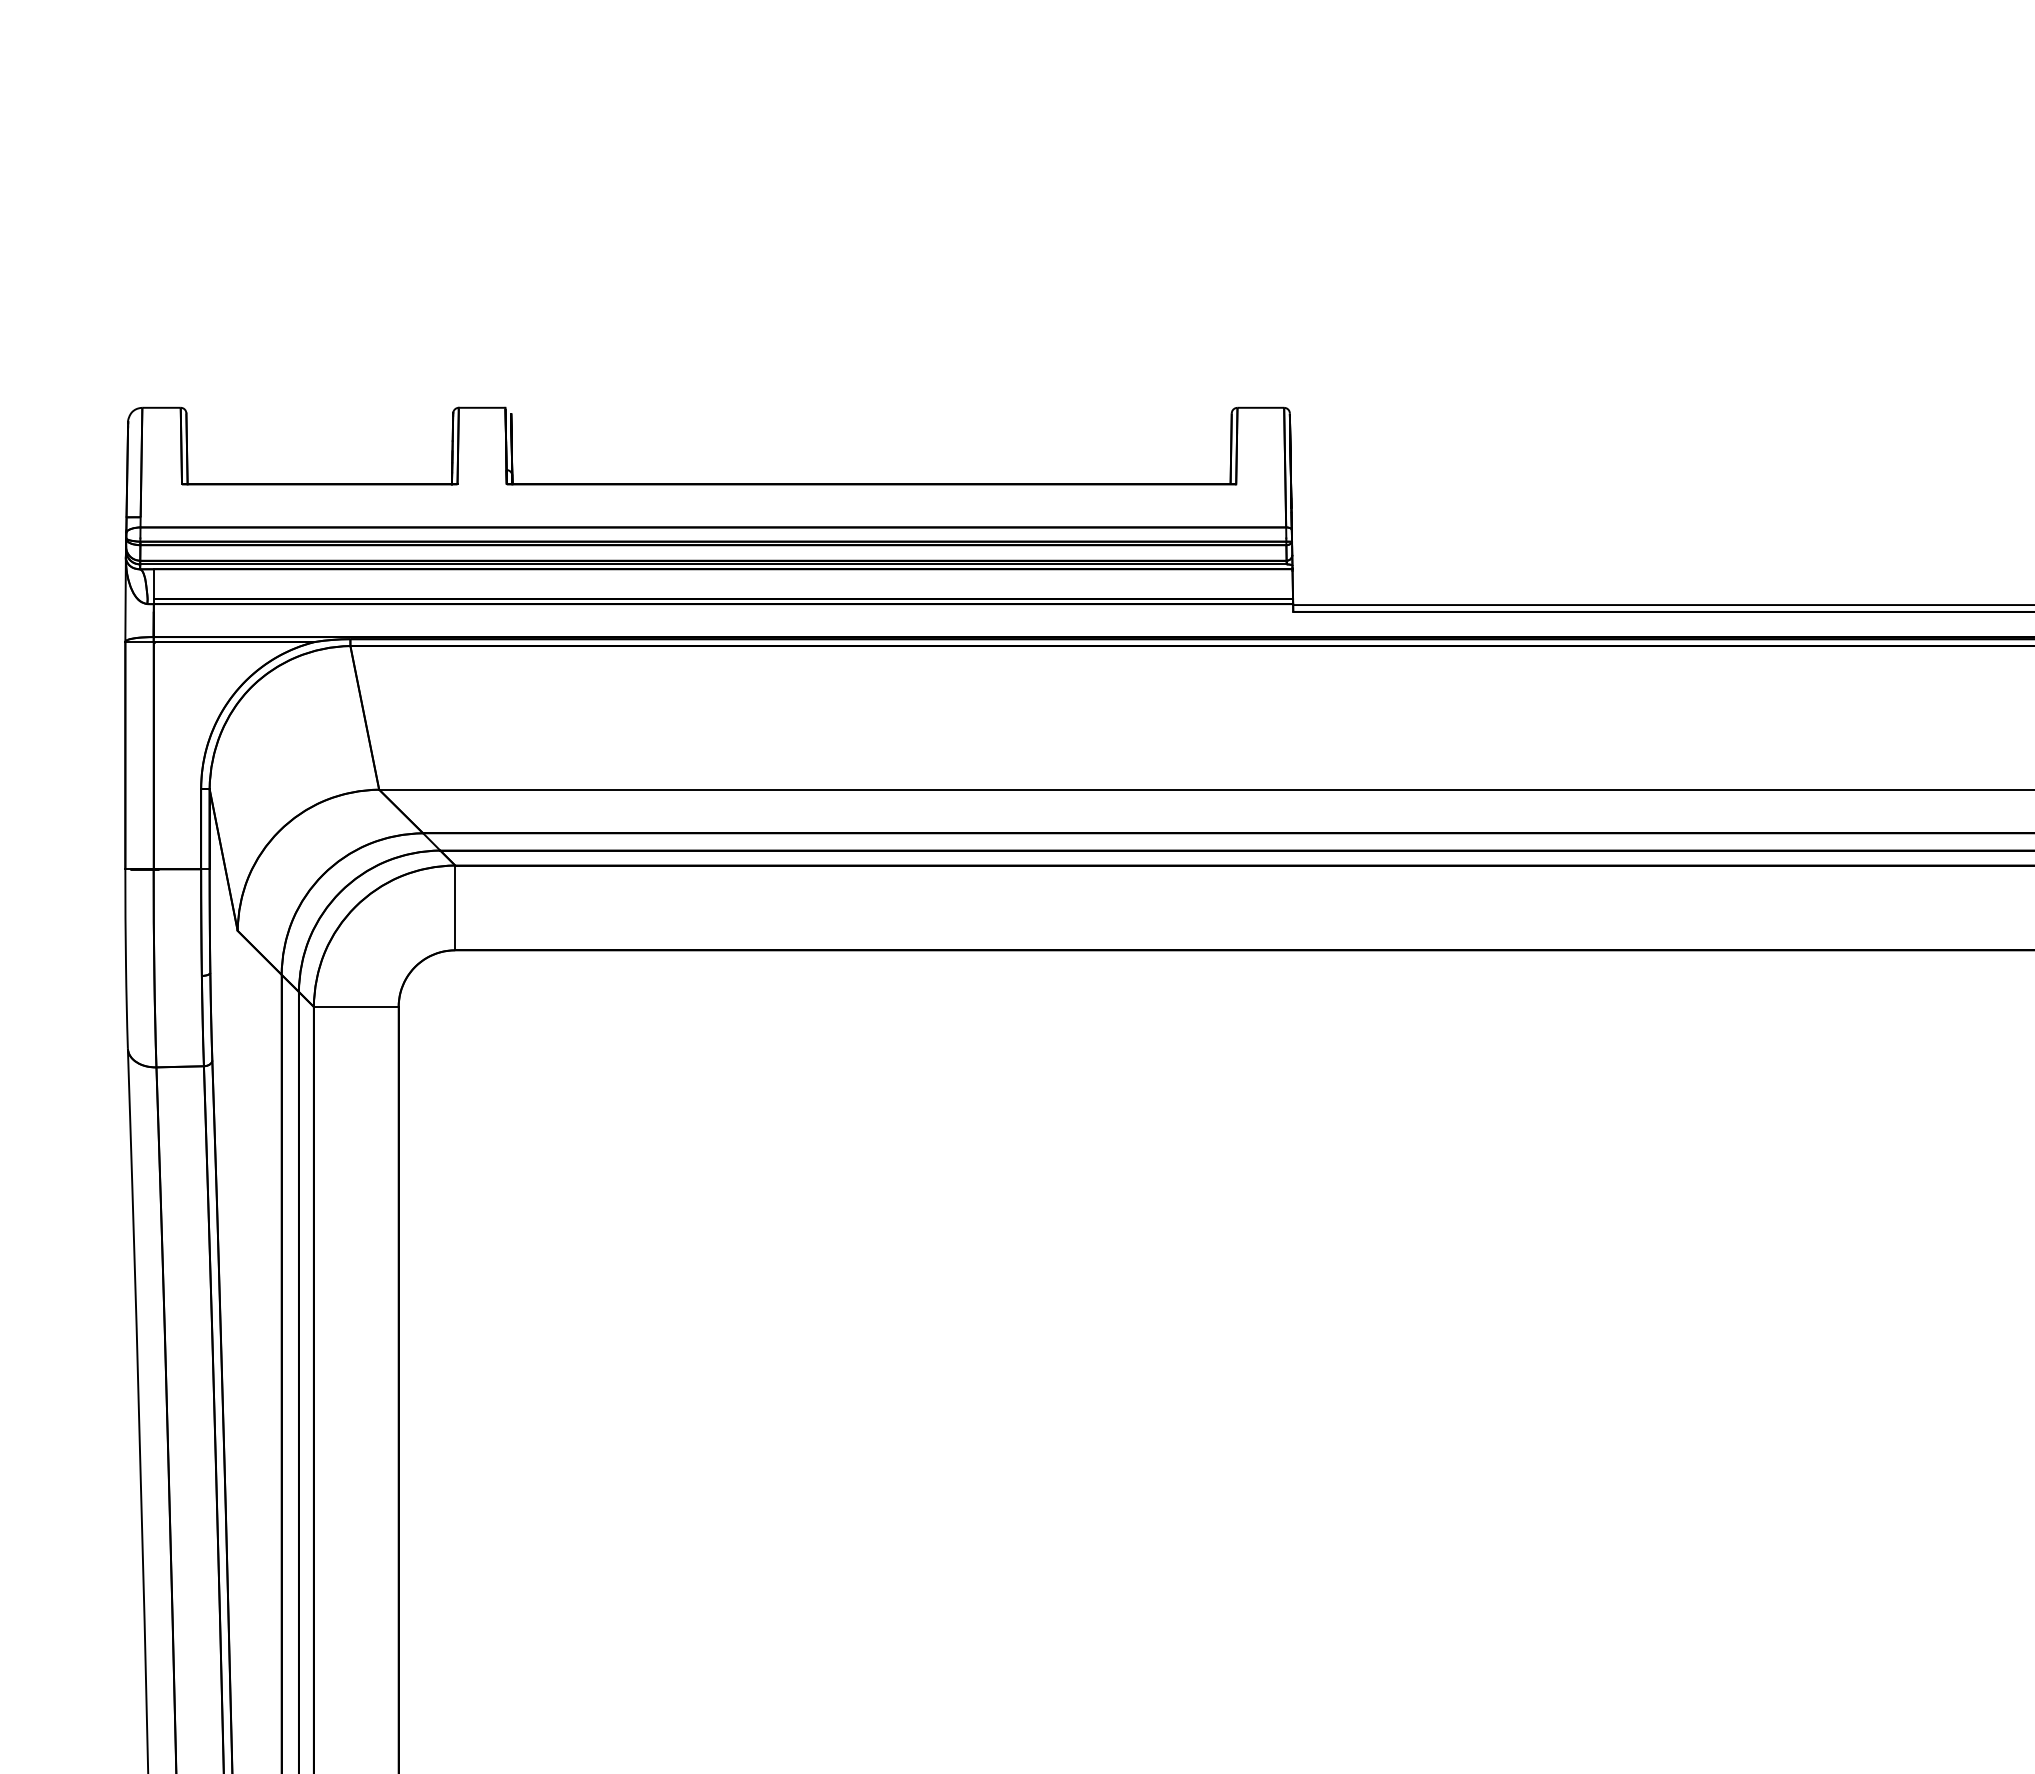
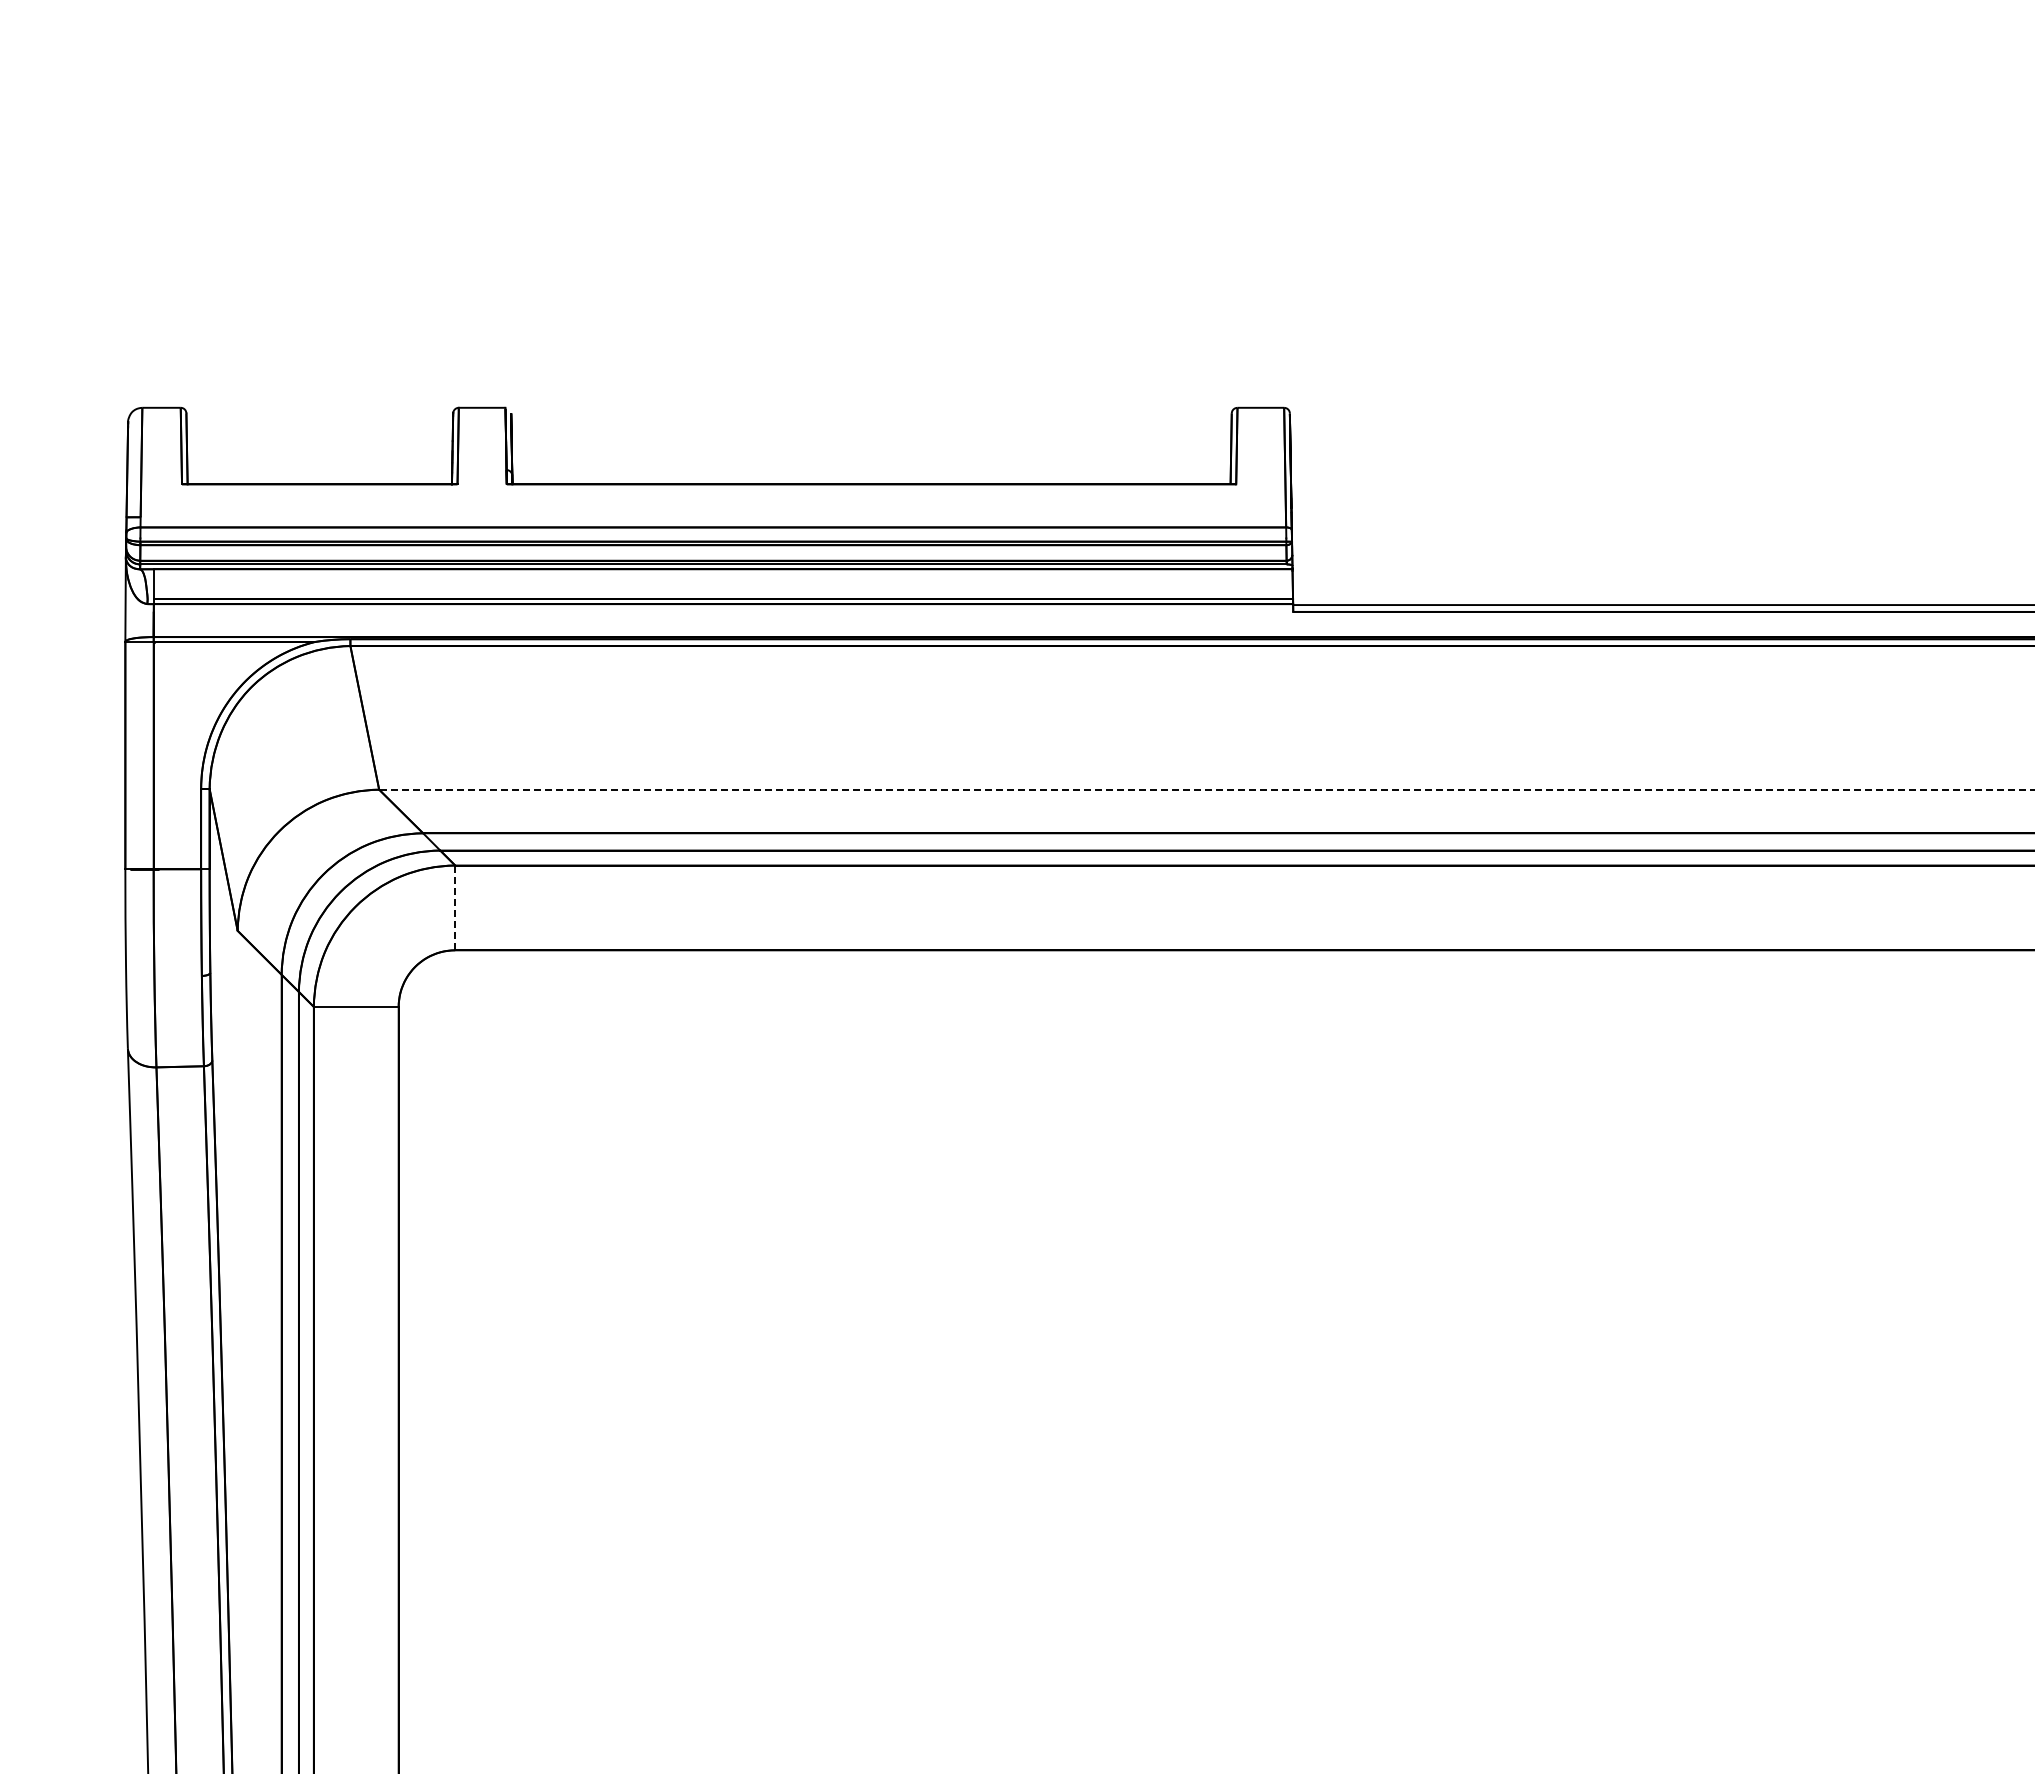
line at (1206, 789): solid -> dashed
line at (455, 908): solid -> dashed
